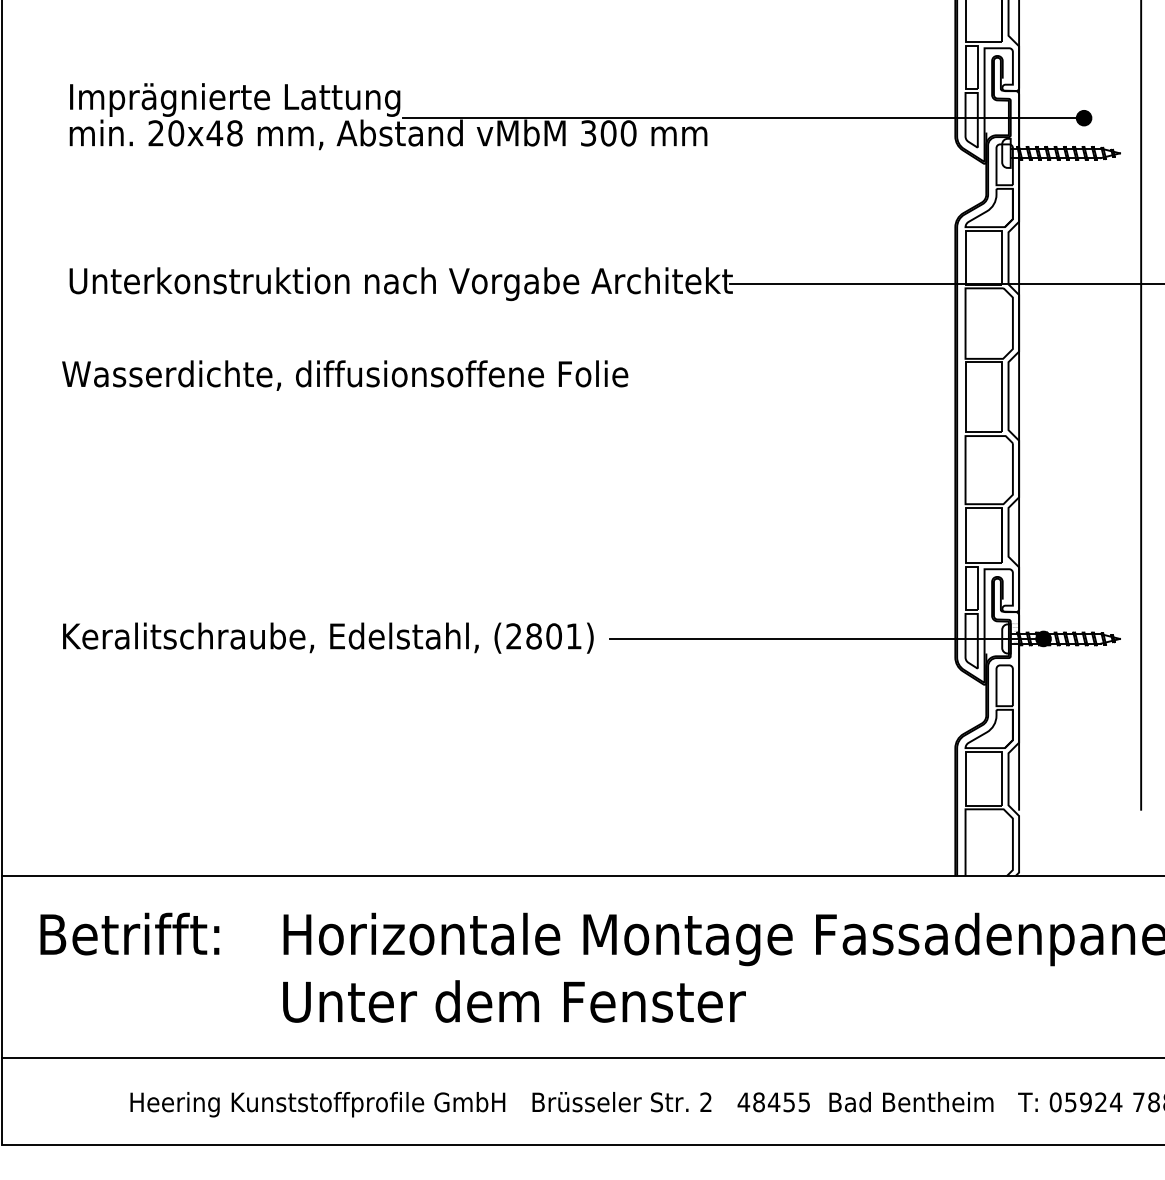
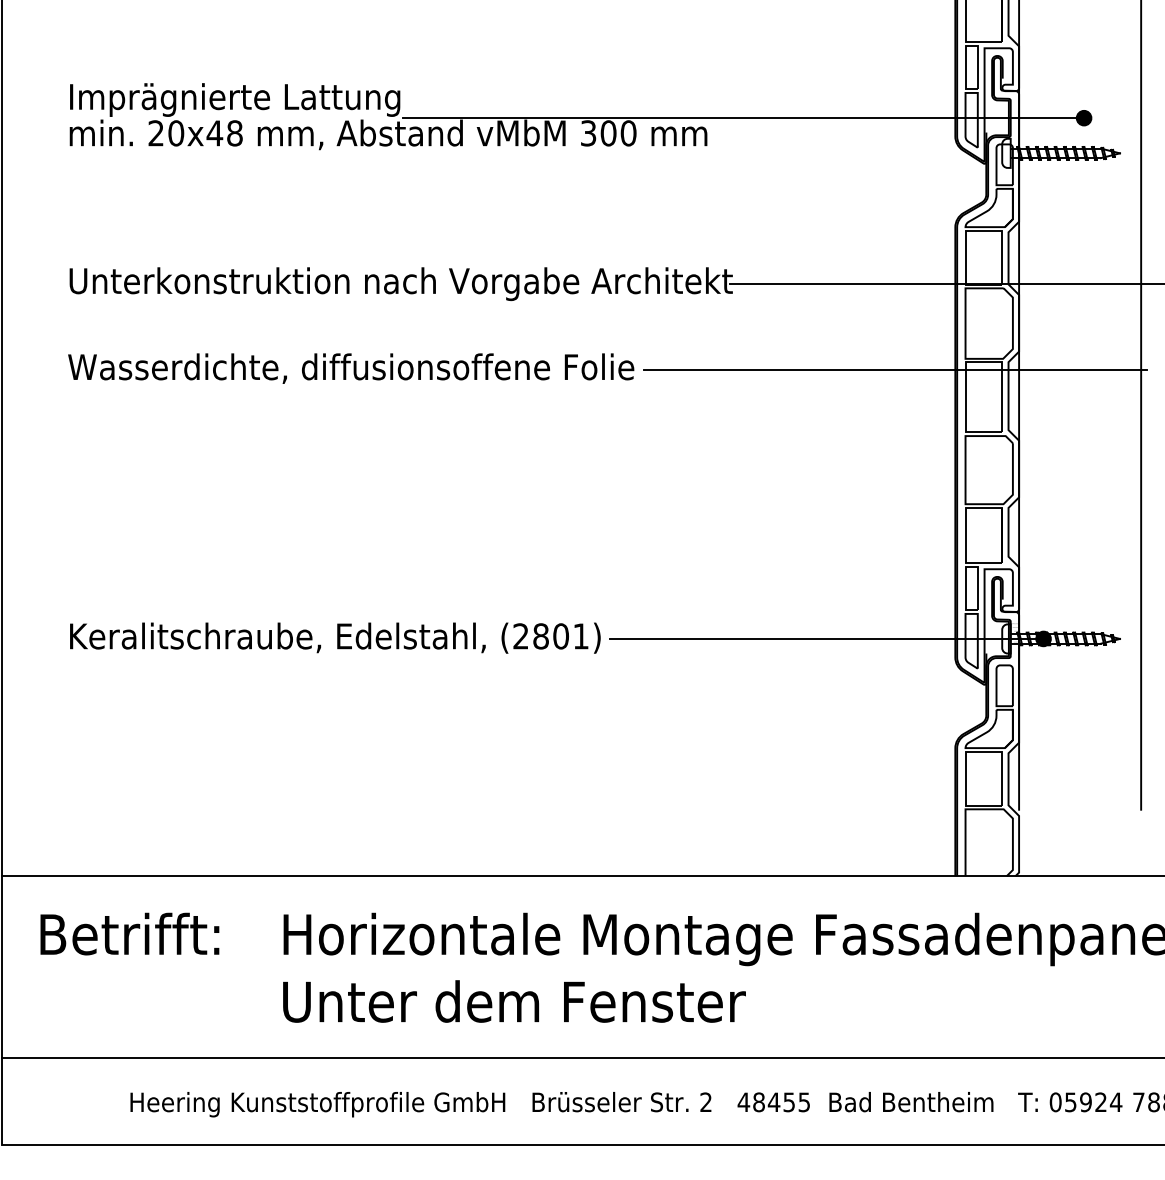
line at (895, 370): none -> present
text at (345, 375) position: (345, 375) -> (351, 368)
text at (328, 637) position: (328, 637) -> (335, 637)
